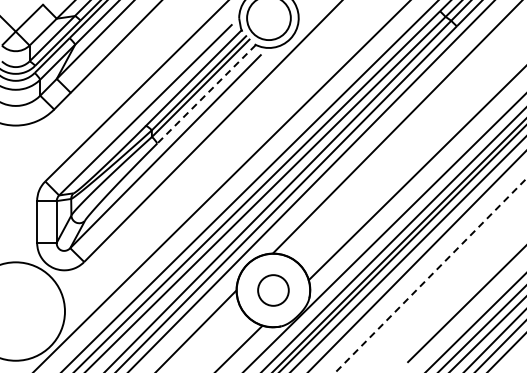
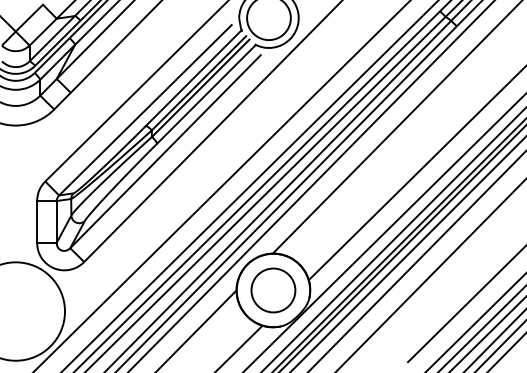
line at (206, 94): dashed -> solid
line at (430, 275): dashed -> solid
circle at (273, 290) size: 33x33 px -> 47x47 px
